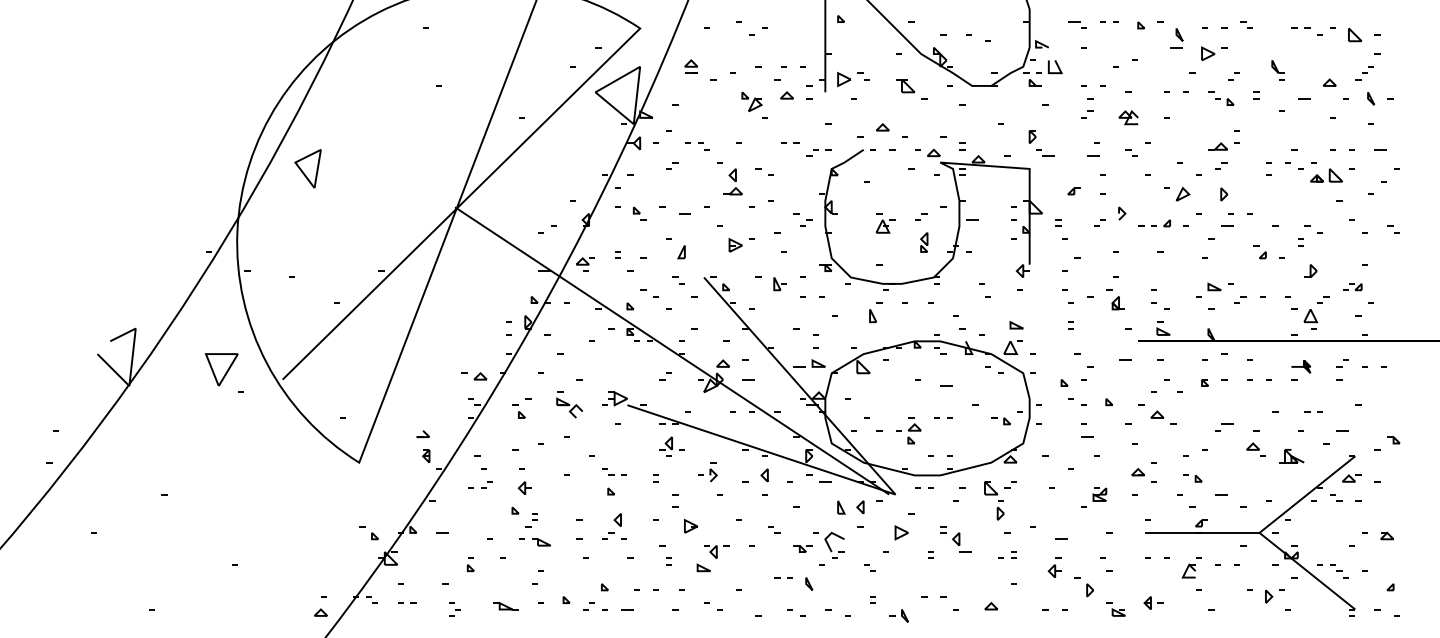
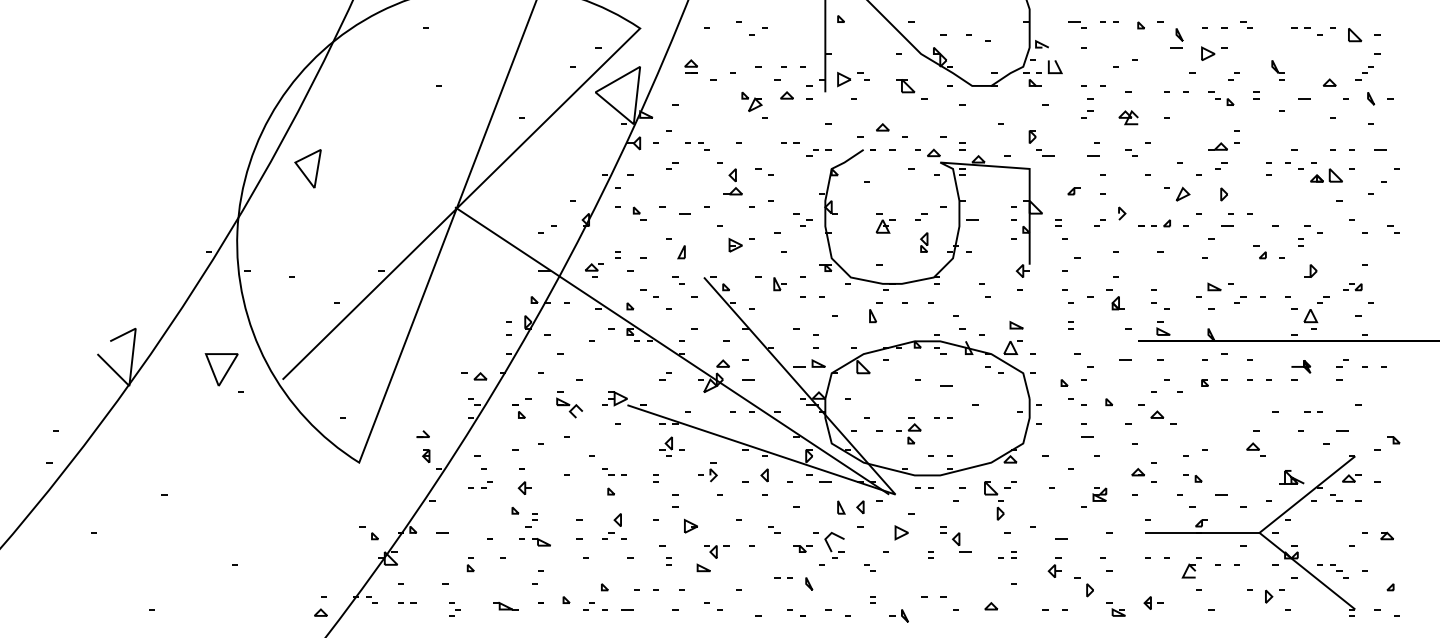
part at (585, 264) position: (585, 264) -> (594, 270)
part at (1000, 421): present -> none
part at (1224, 427): present -> none
part at (1291, 456) position: (1291, 456) -> (1291, 477)
